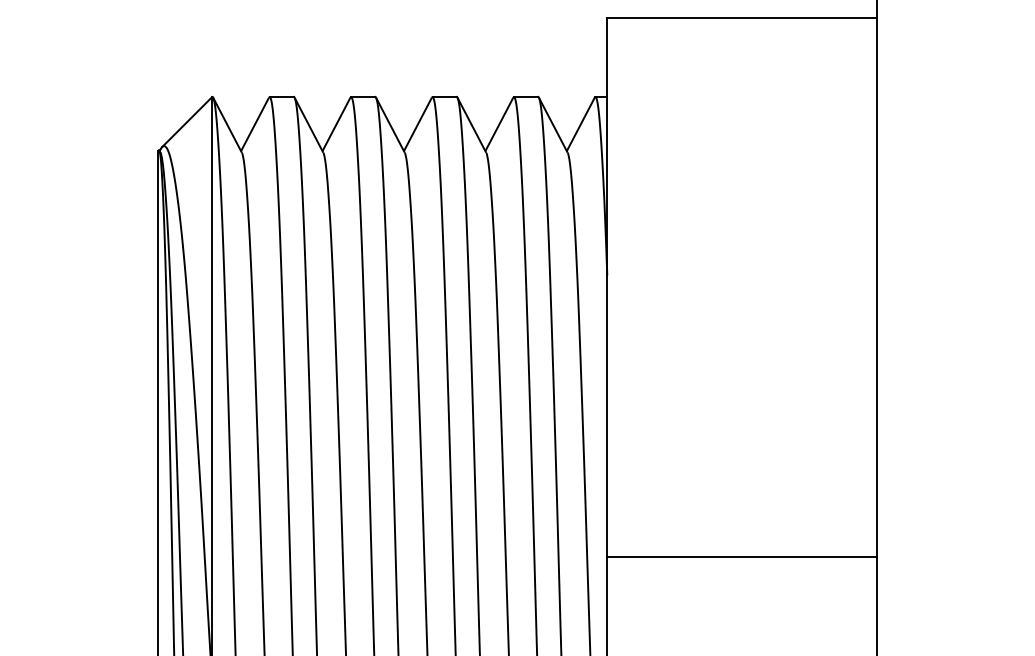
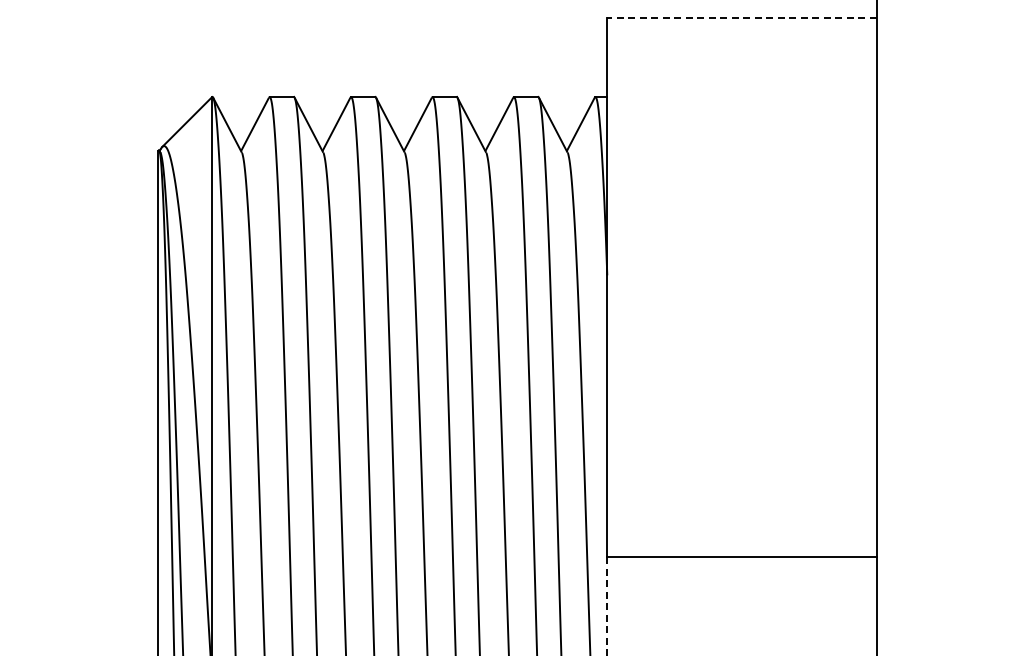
line at (741, 18): solid -> dashed
line at (607, 606): solid -> dashed
